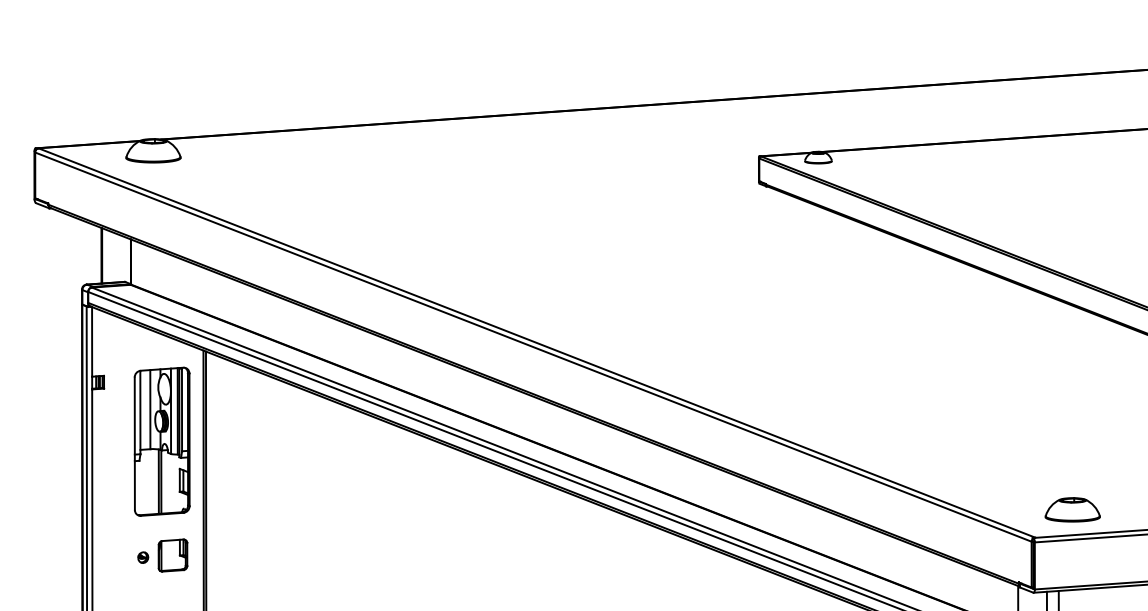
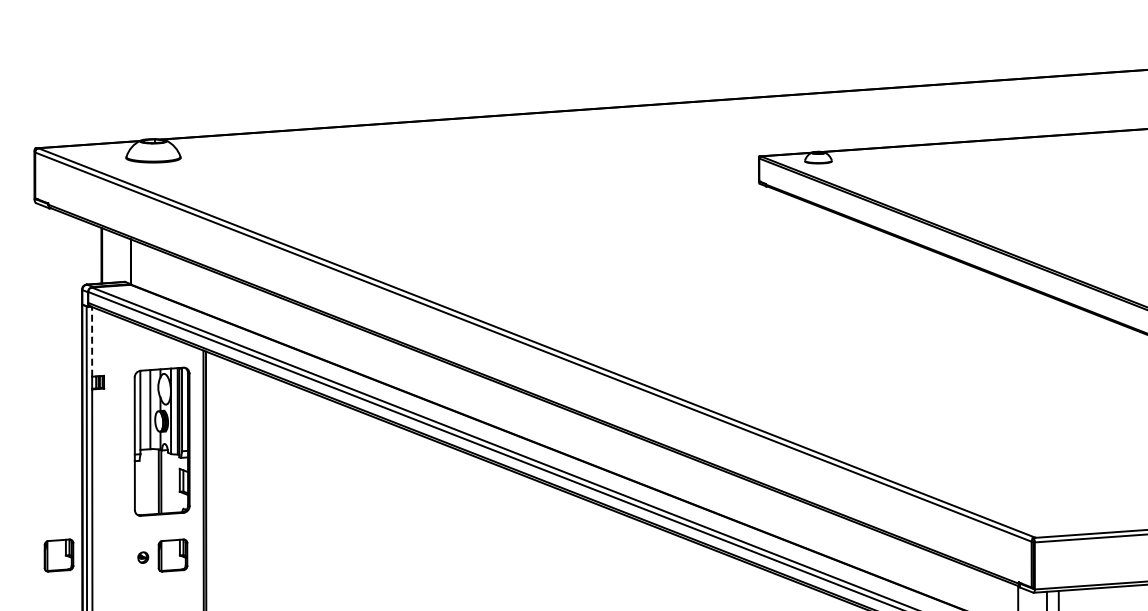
line at (92, 341): solid -> dashed
part at (1072, 509): present -> none
part at (58, 555): none -> present
